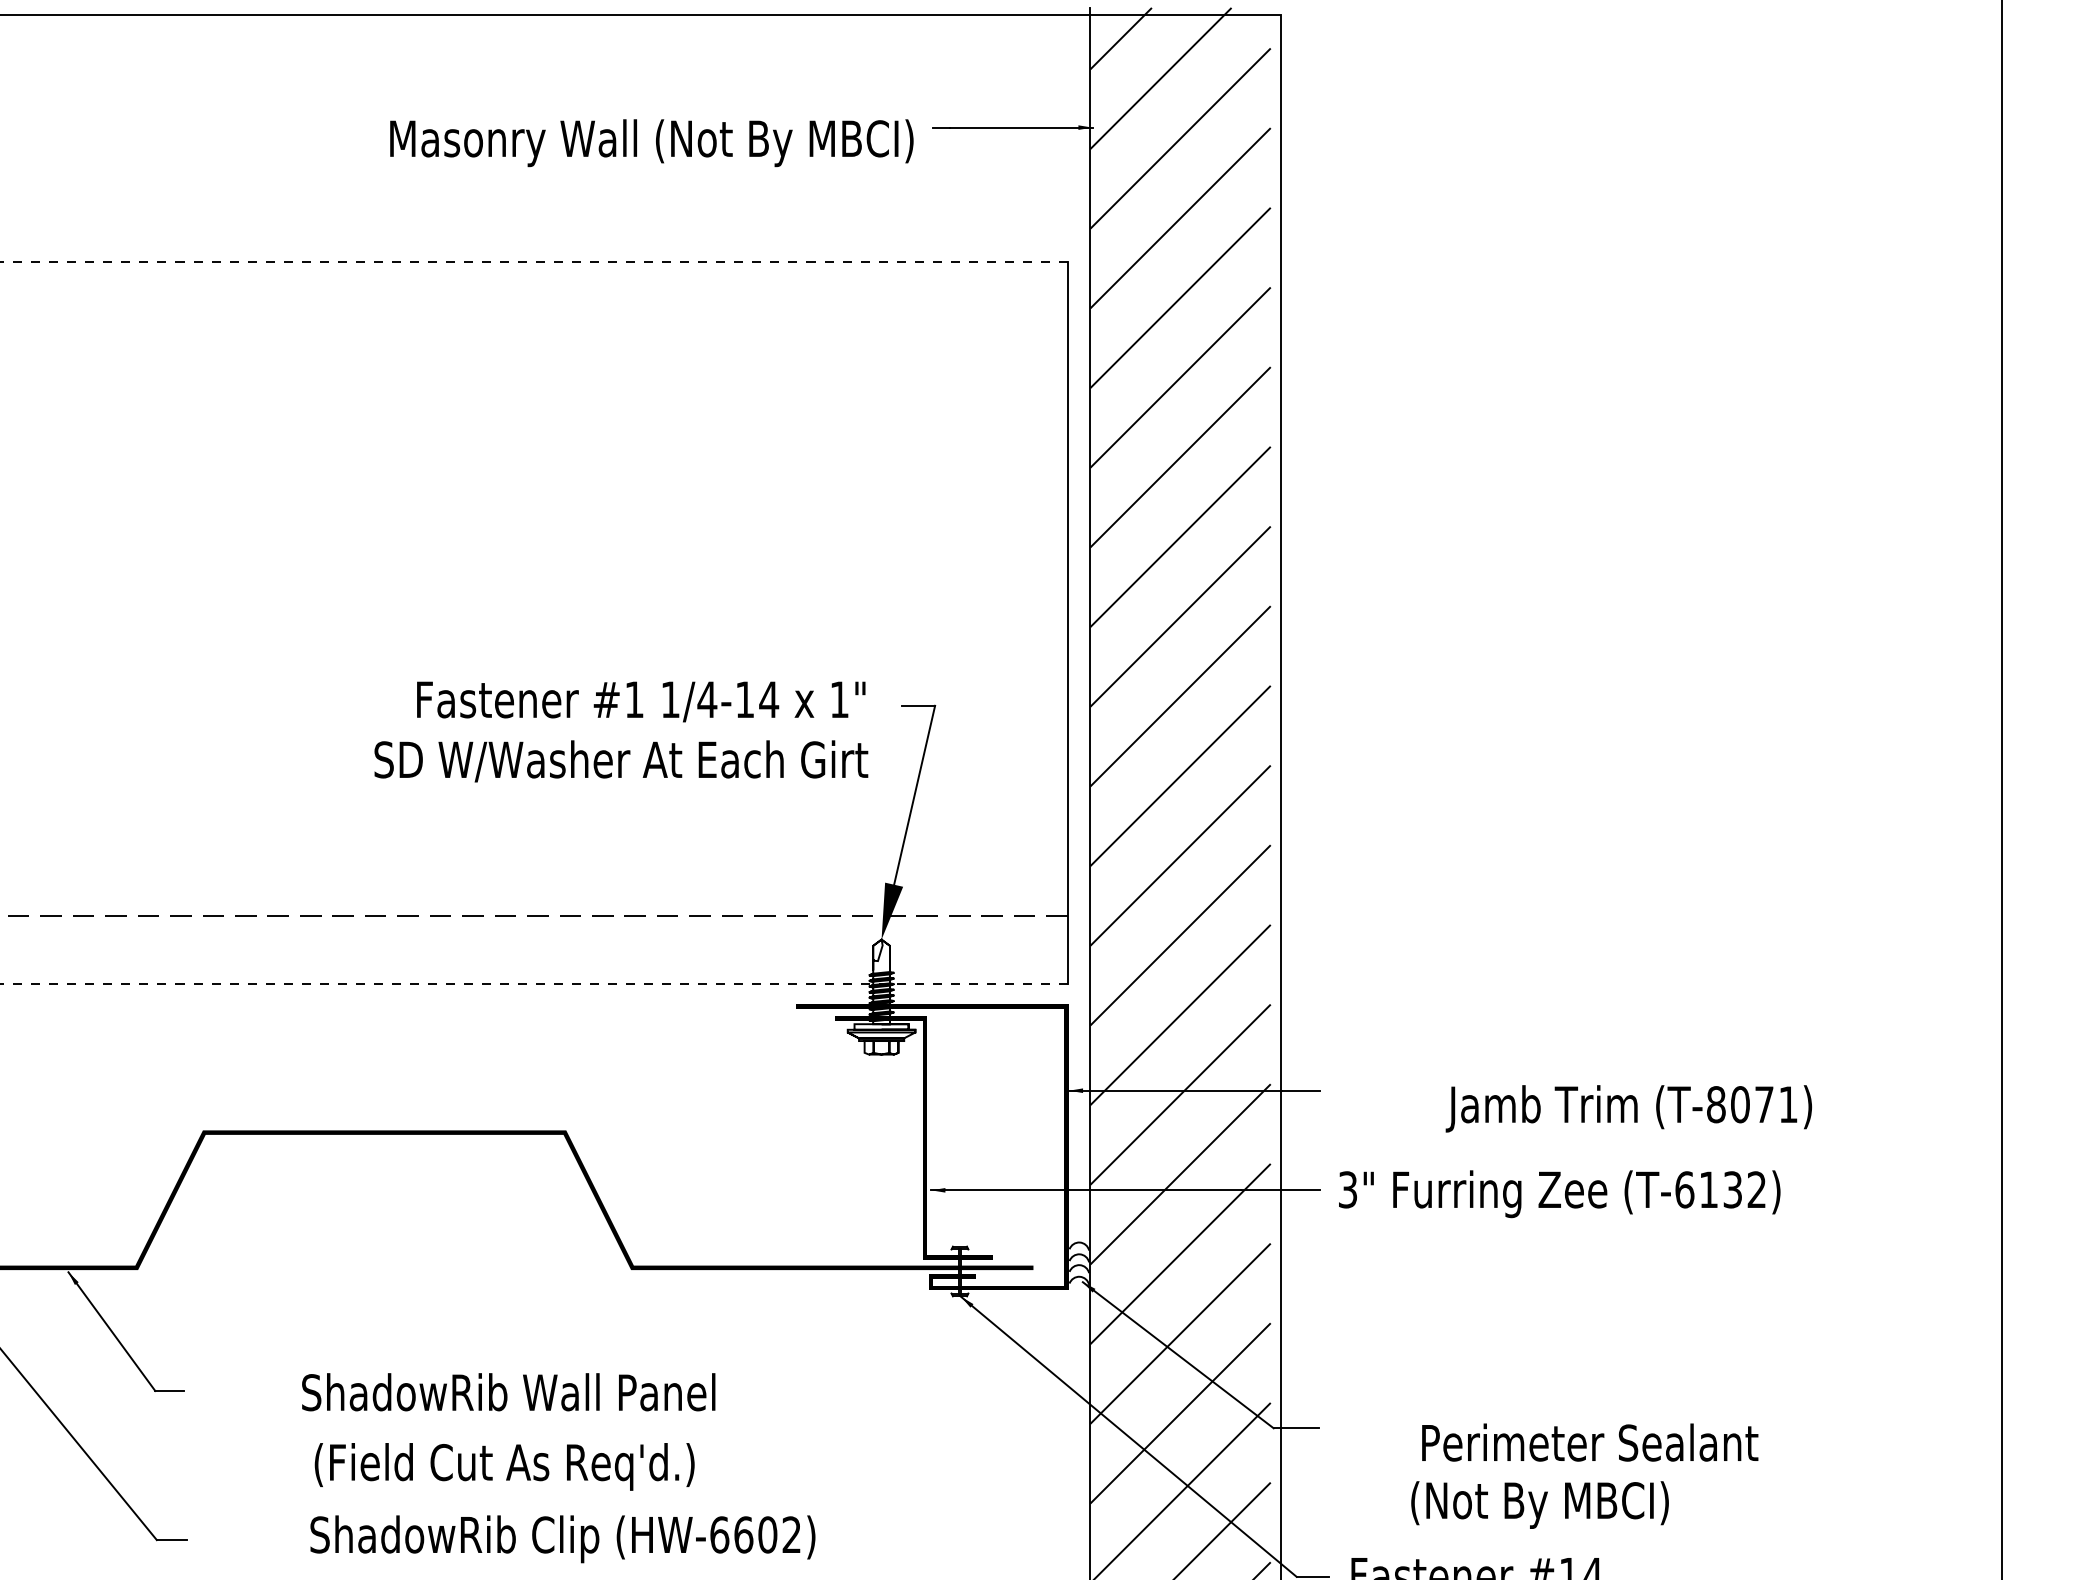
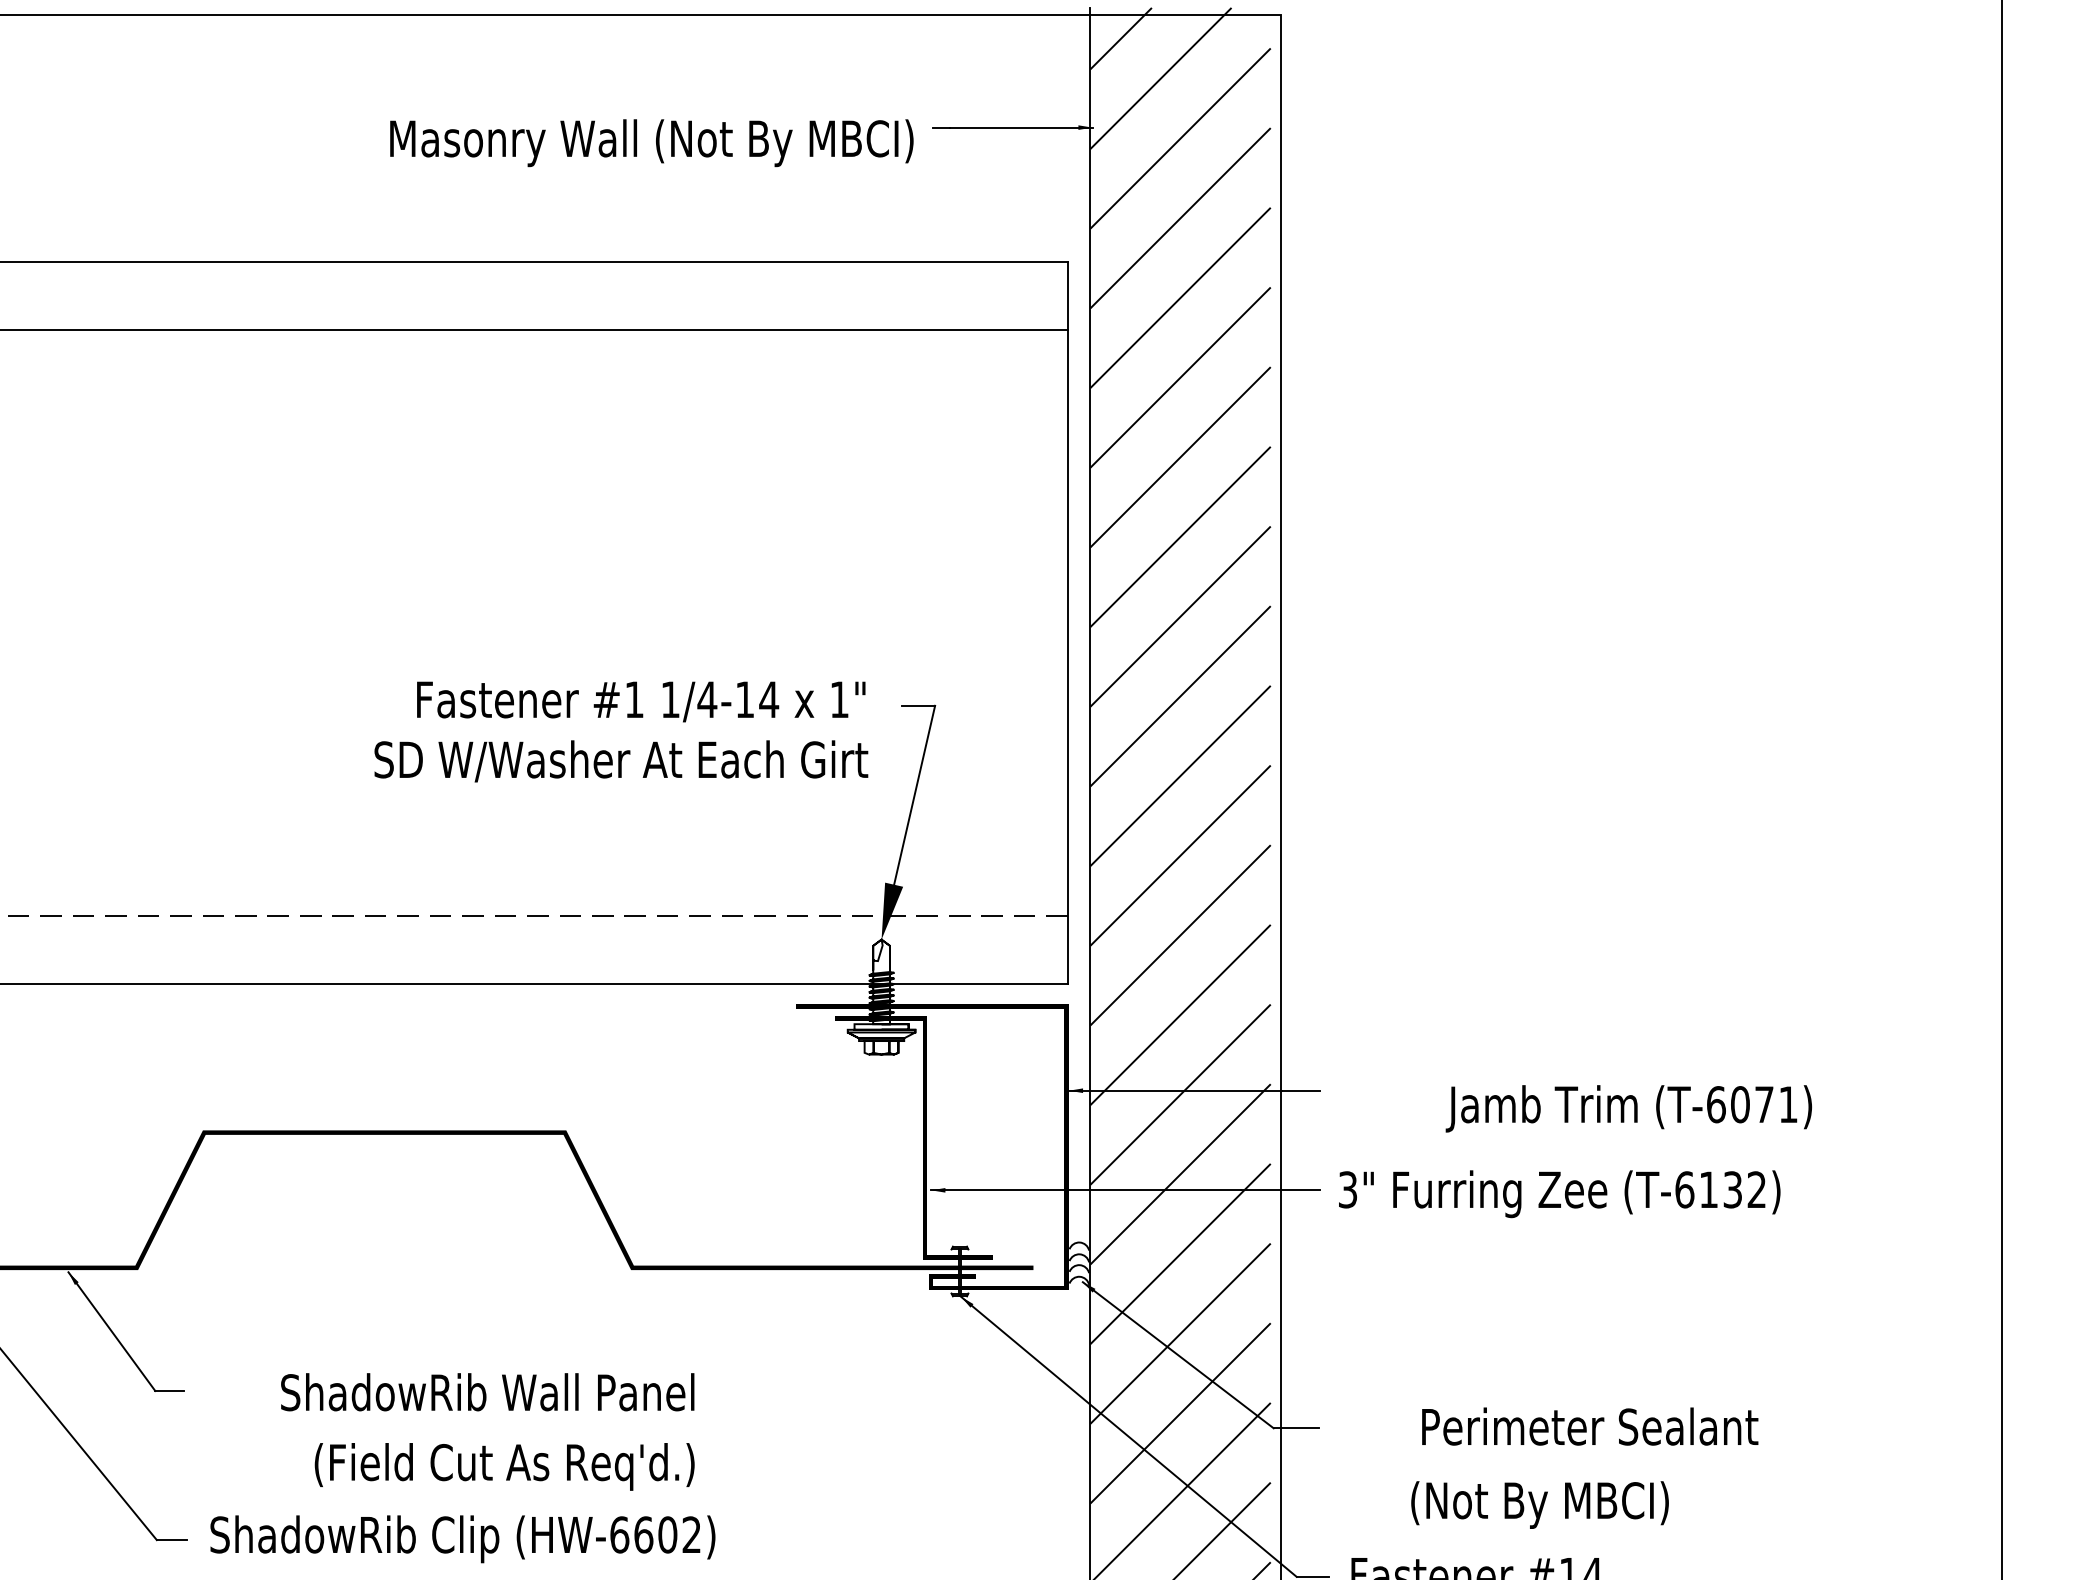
line at (534, 262): dashed -> solid
line at (534, 330): none -> present
line at (534, 983): dashed -> solid
text at (1716, 1104): (T-8071) -> (T-6071)
text at (508, 1392) position: (508, 1392) -> (487, 1392)
text at (1590, 1442) position: (1590, 1442) -> (1590, 1426)
text at (562, 1539) position: (562, 1539) -> (462, 1539)
